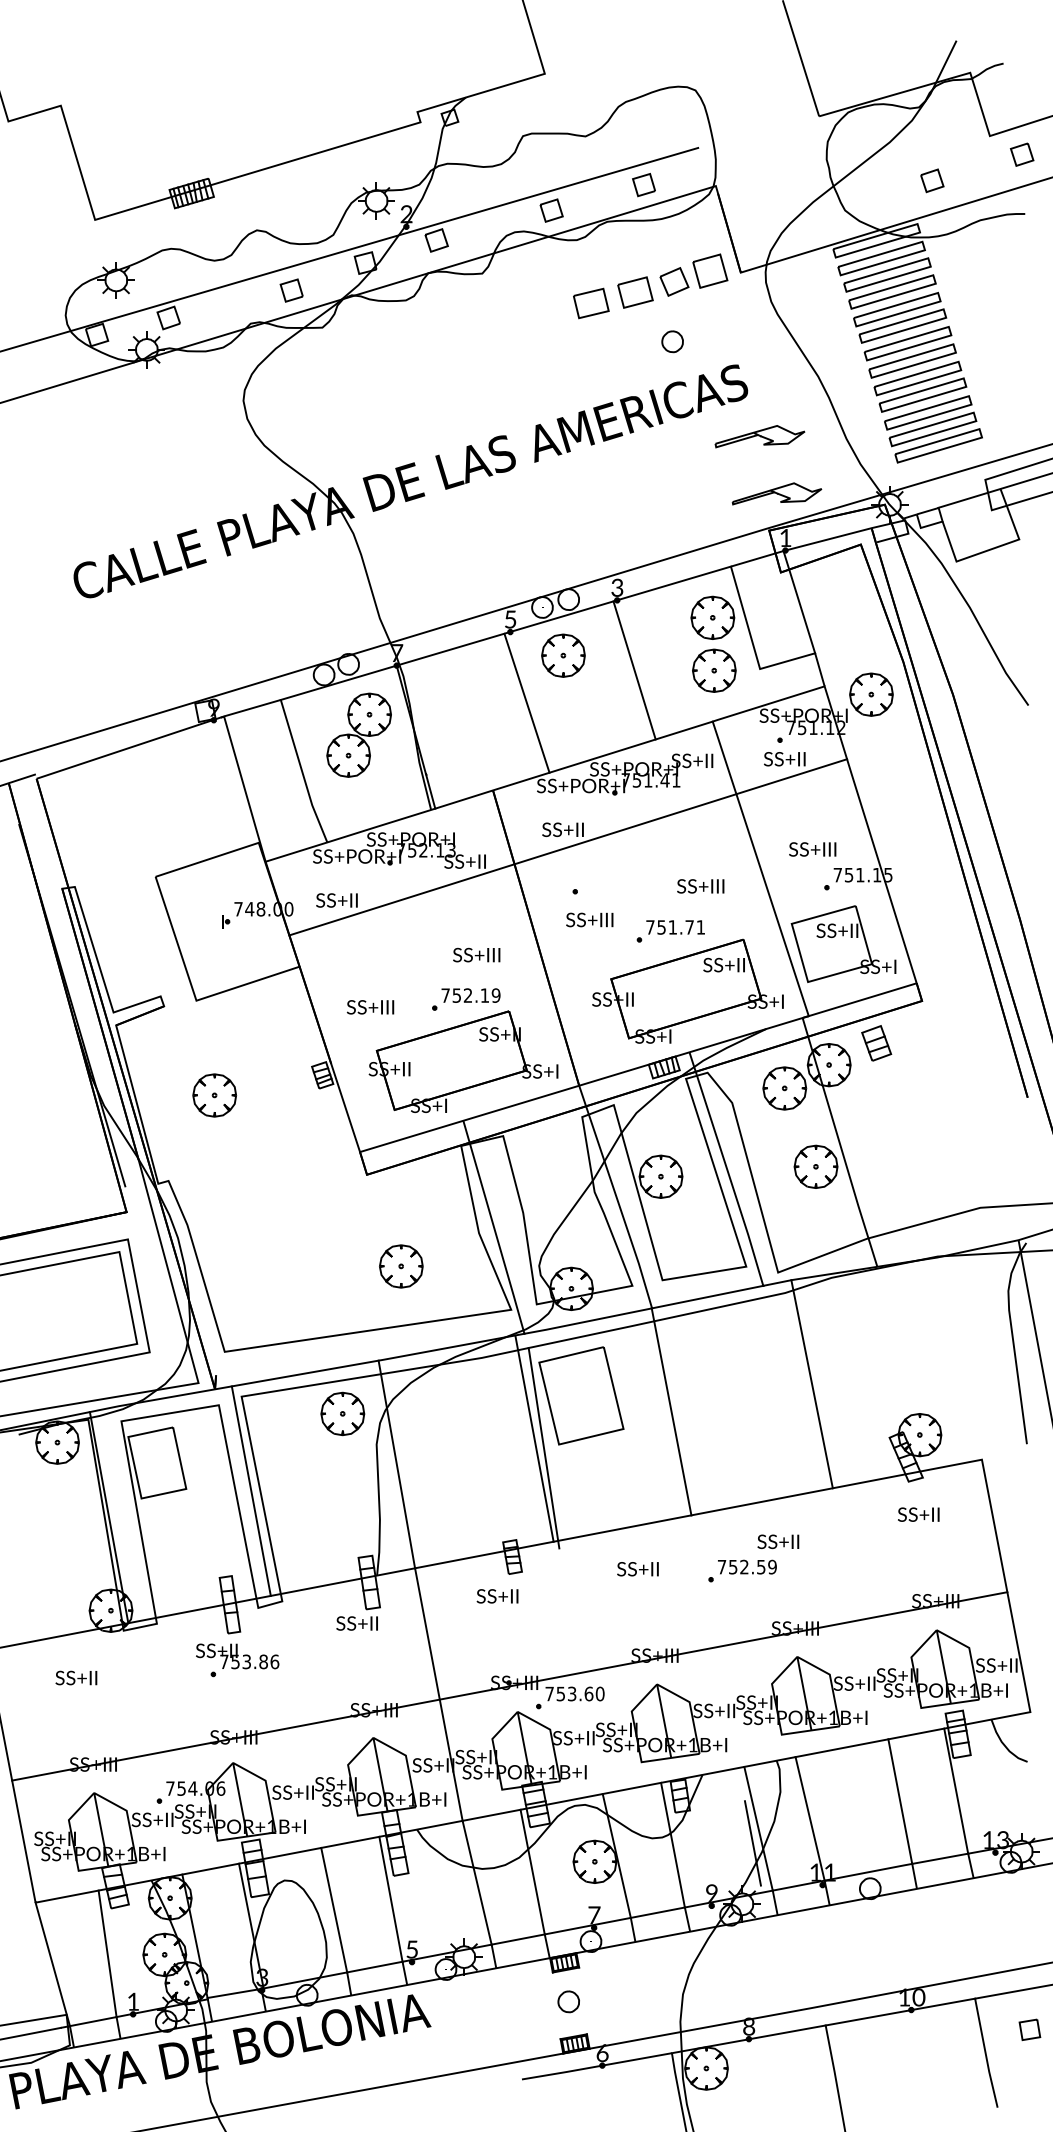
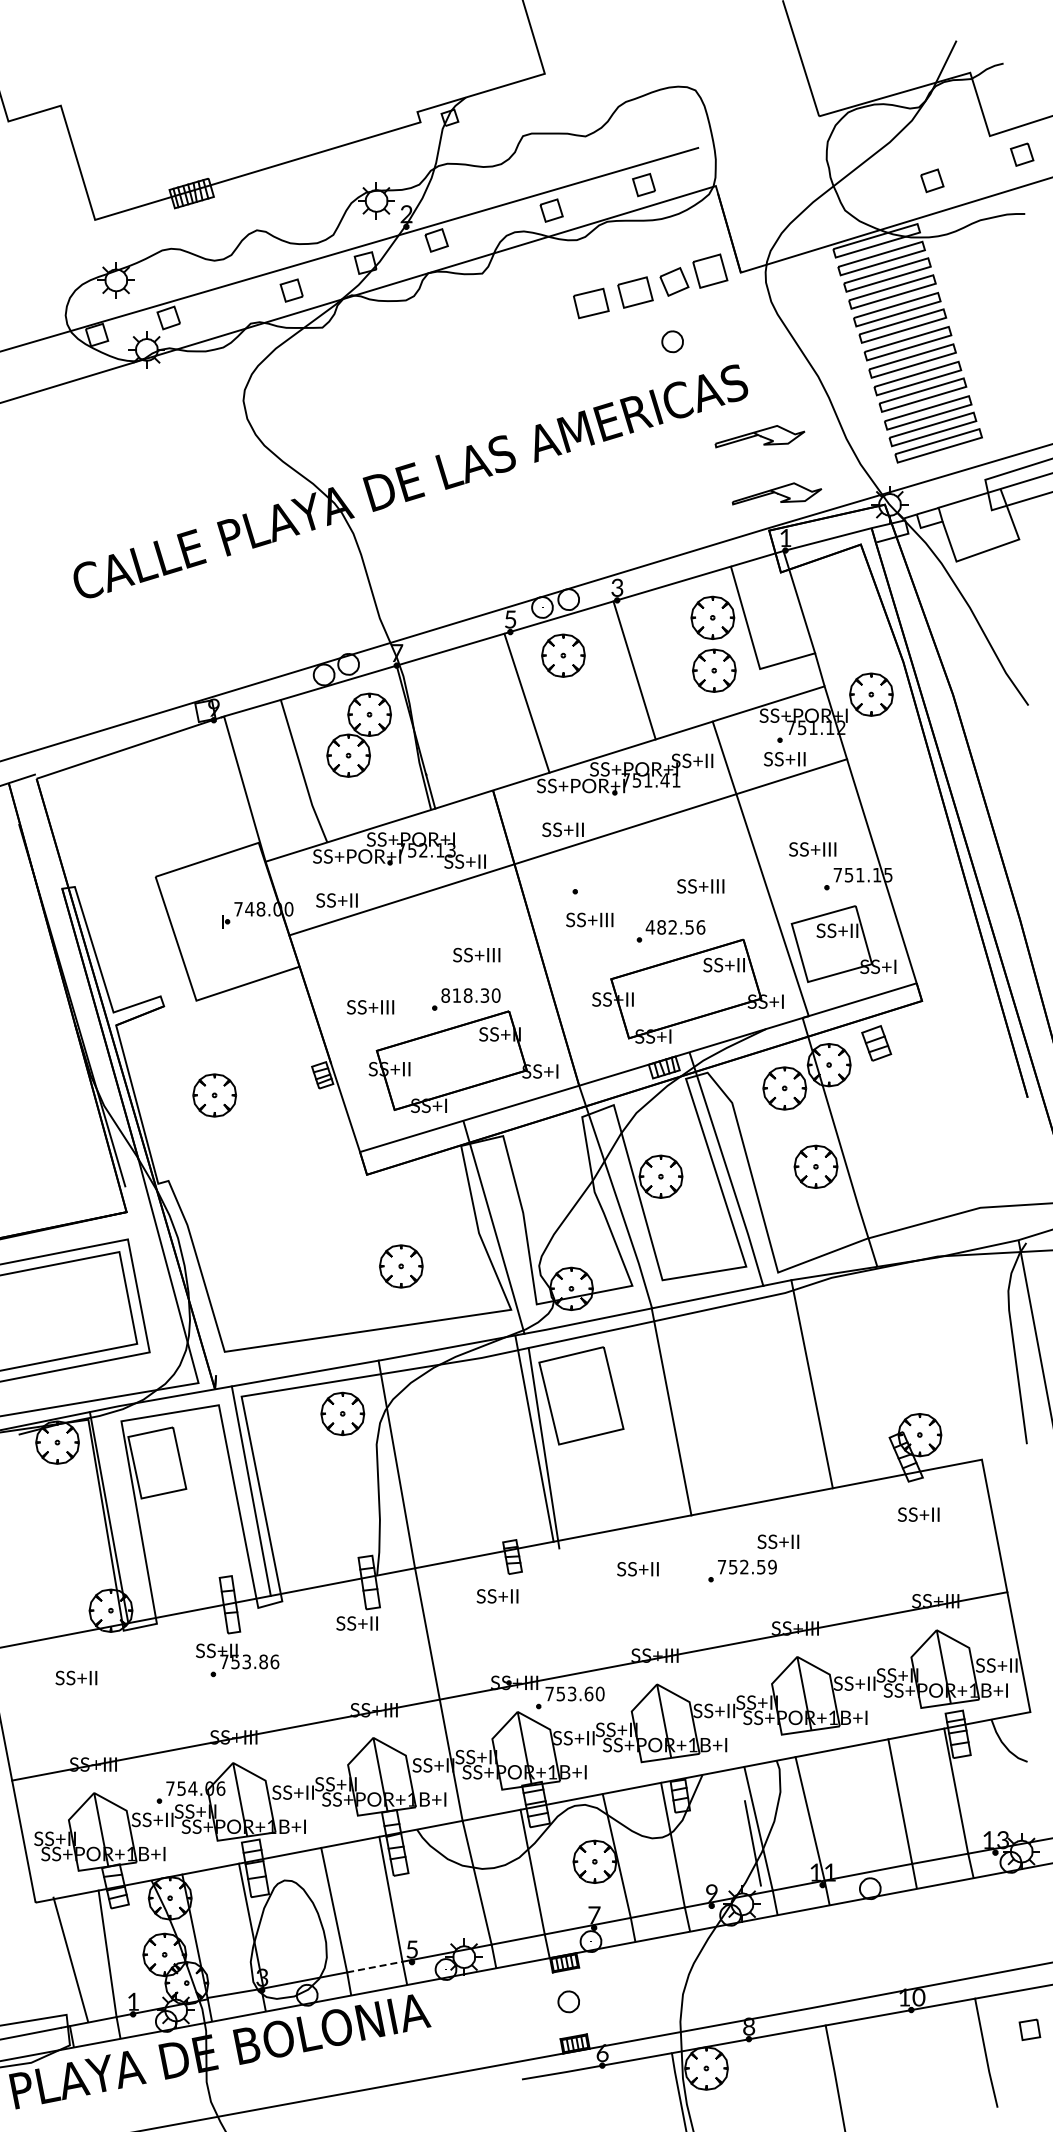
text at (675, 927): 751.71 -> 482.56
text at (470, 995): 752.19 -> 818.30
line at (52, 1964) position: (52, 1964) -> (70, 1959)
line at (375, 1966): solid -> dashed
